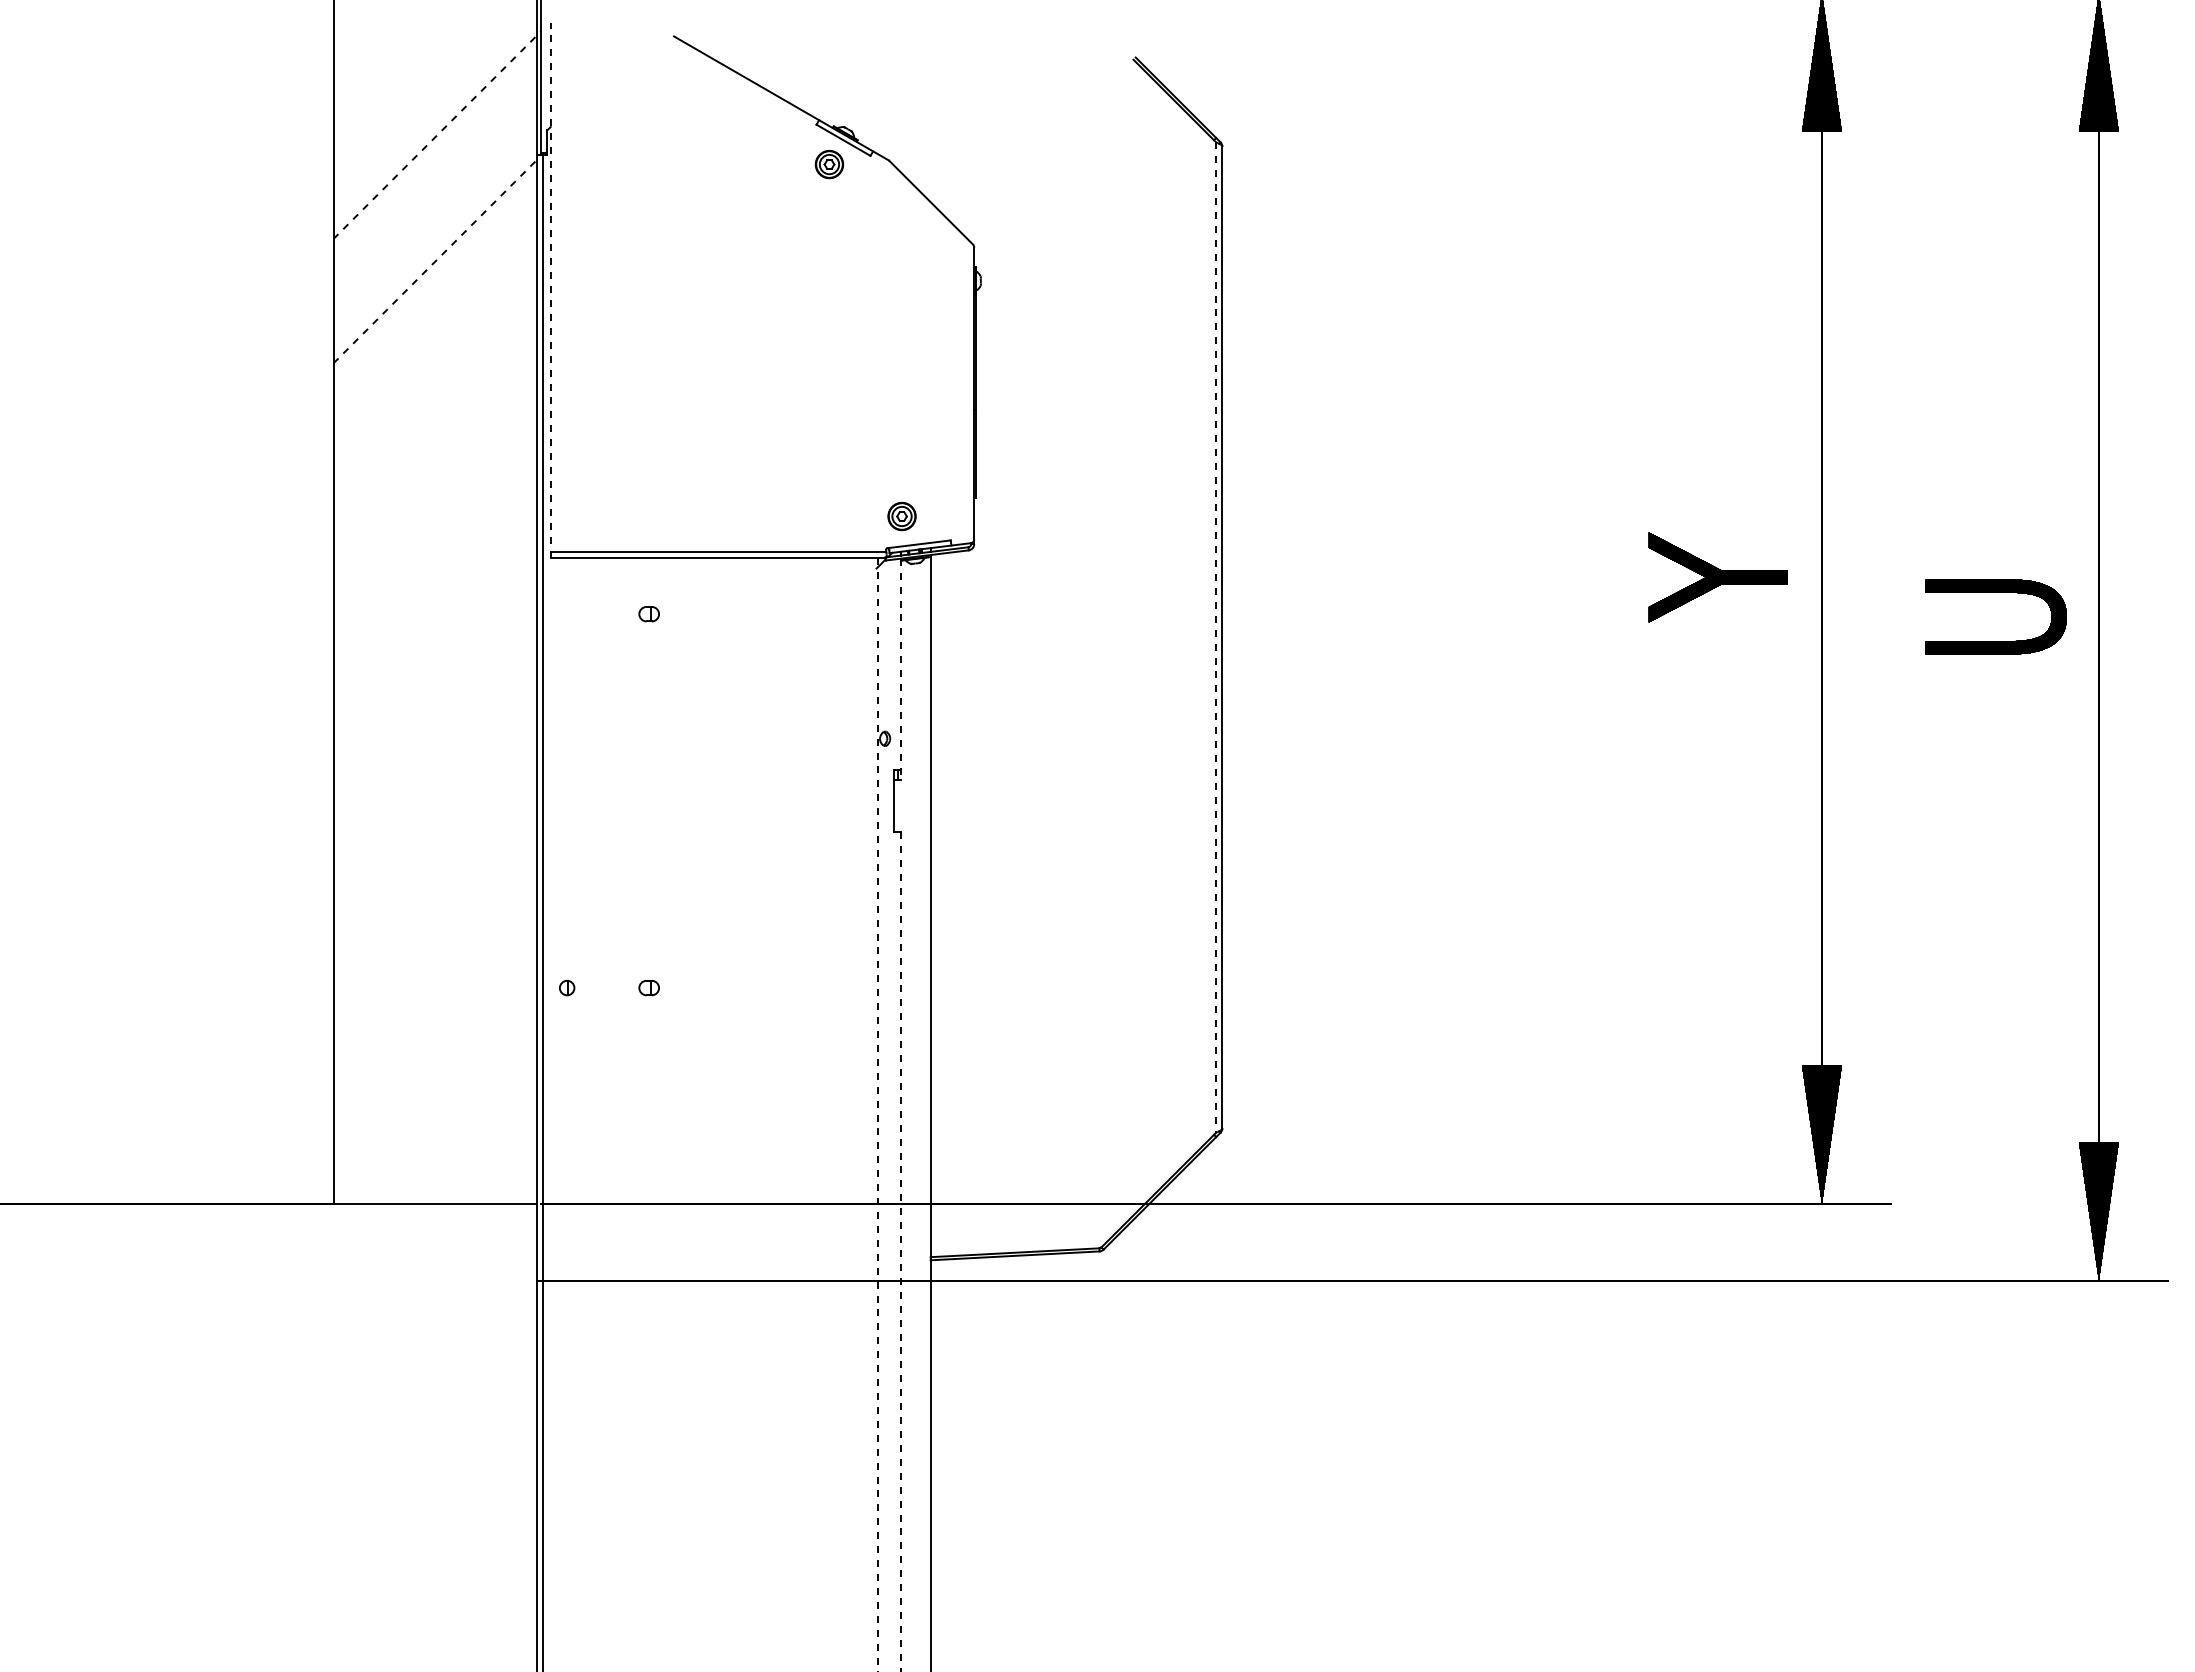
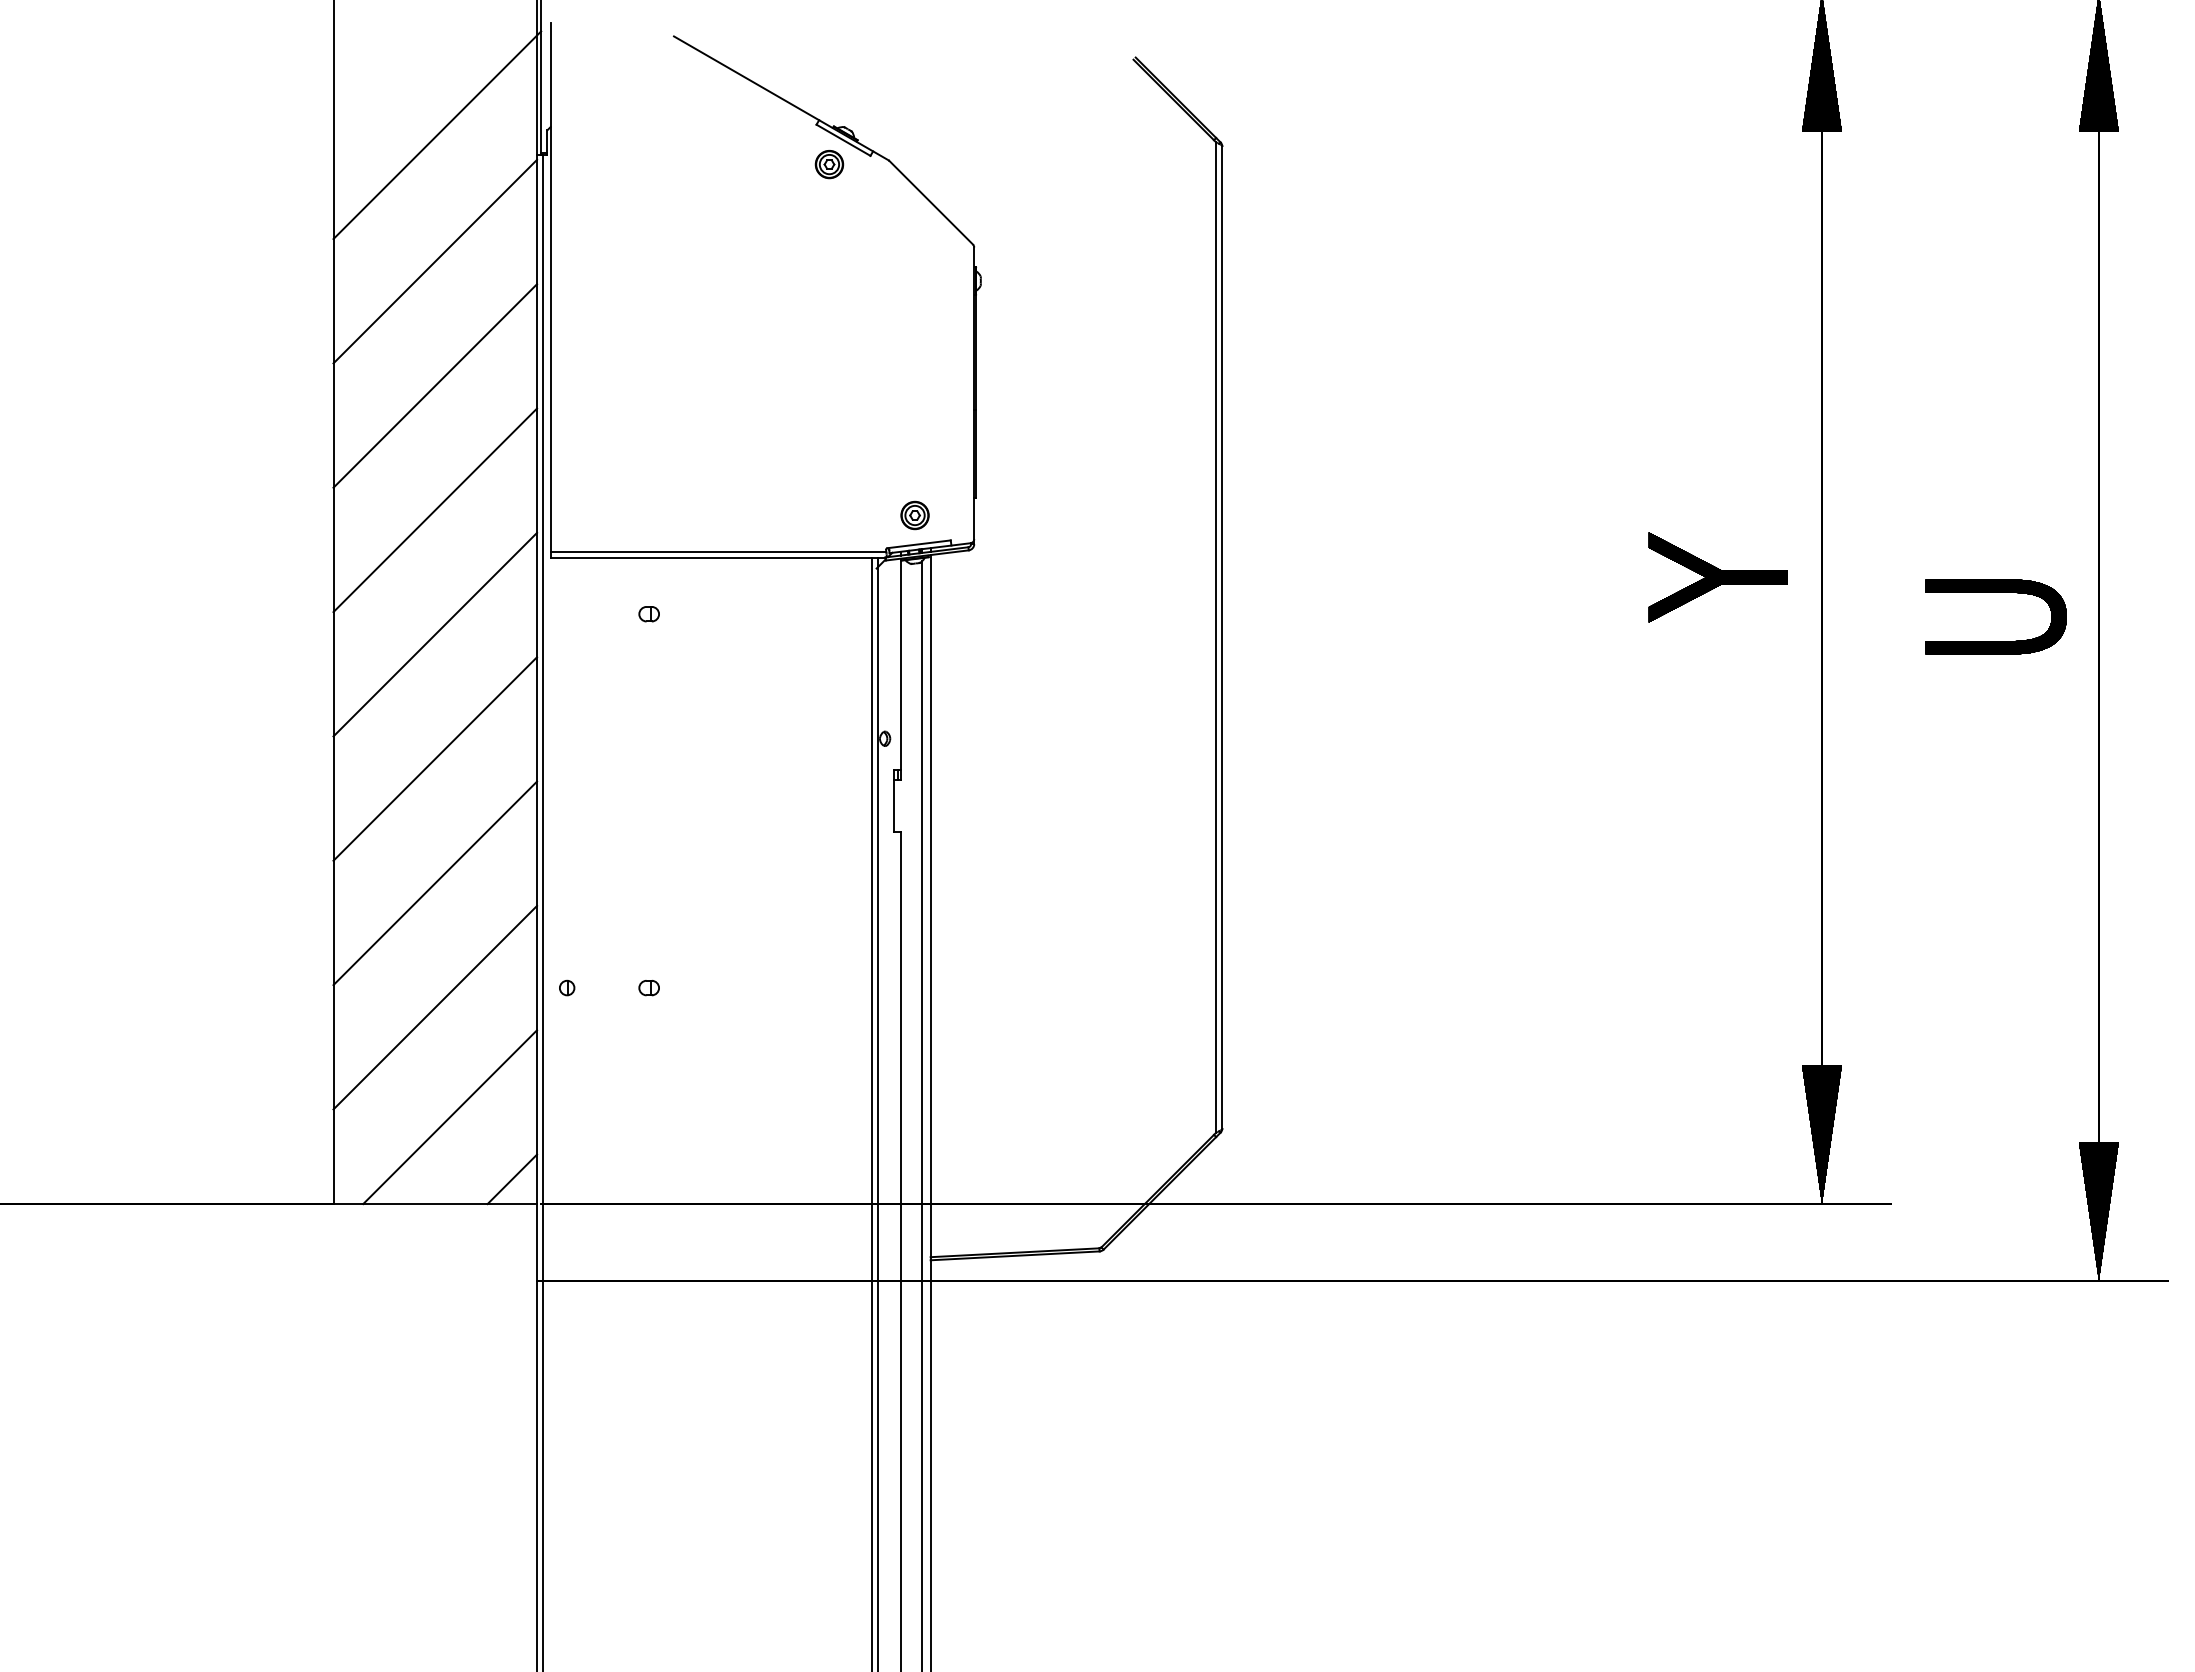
line at (437, 135): dashed -> solid
line at (435, 261): dashed -> solid
line at (550, 289): dashed -> solid
line at (435, 385): none -> present
line at (435, 510): none -> present
part at (901, 516) position: (901, 516) -> (914, 515)
line at (435, 634): none -> present
line at (1216, 638): dashed -> solid
line at (900, 669): dashed -> solid
line at (435, 758): none -> present
line at (435, 883): none -> present
line at (435, 1007): none -> present
line at (872, 1112): none -> present
line at (878, 1114): dashed -> solid
line at (922, 1114): none -> present
line at (450, 1117): none -> present
line at (512, 1179): none -> present
line at (900, 1252): dashed -> solid
